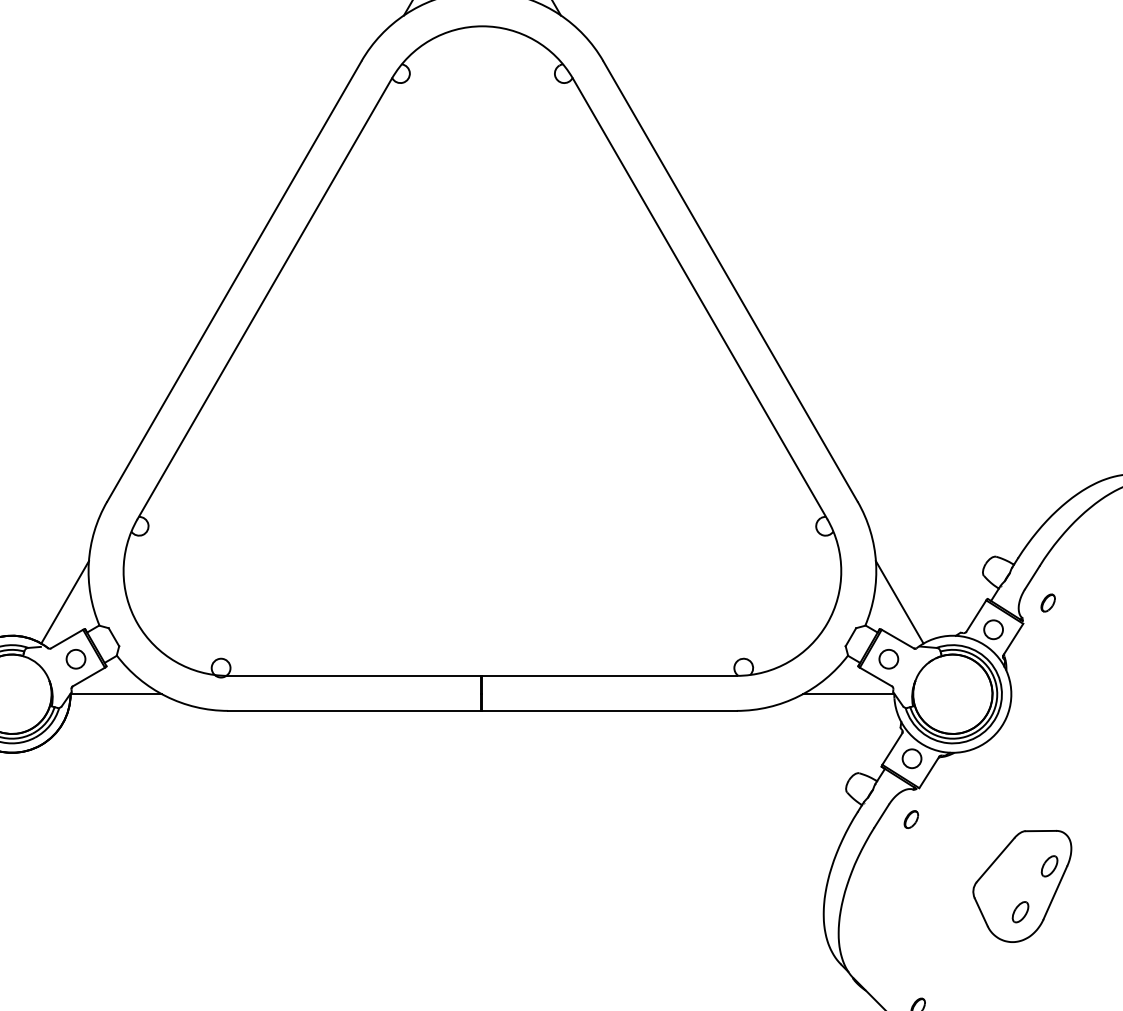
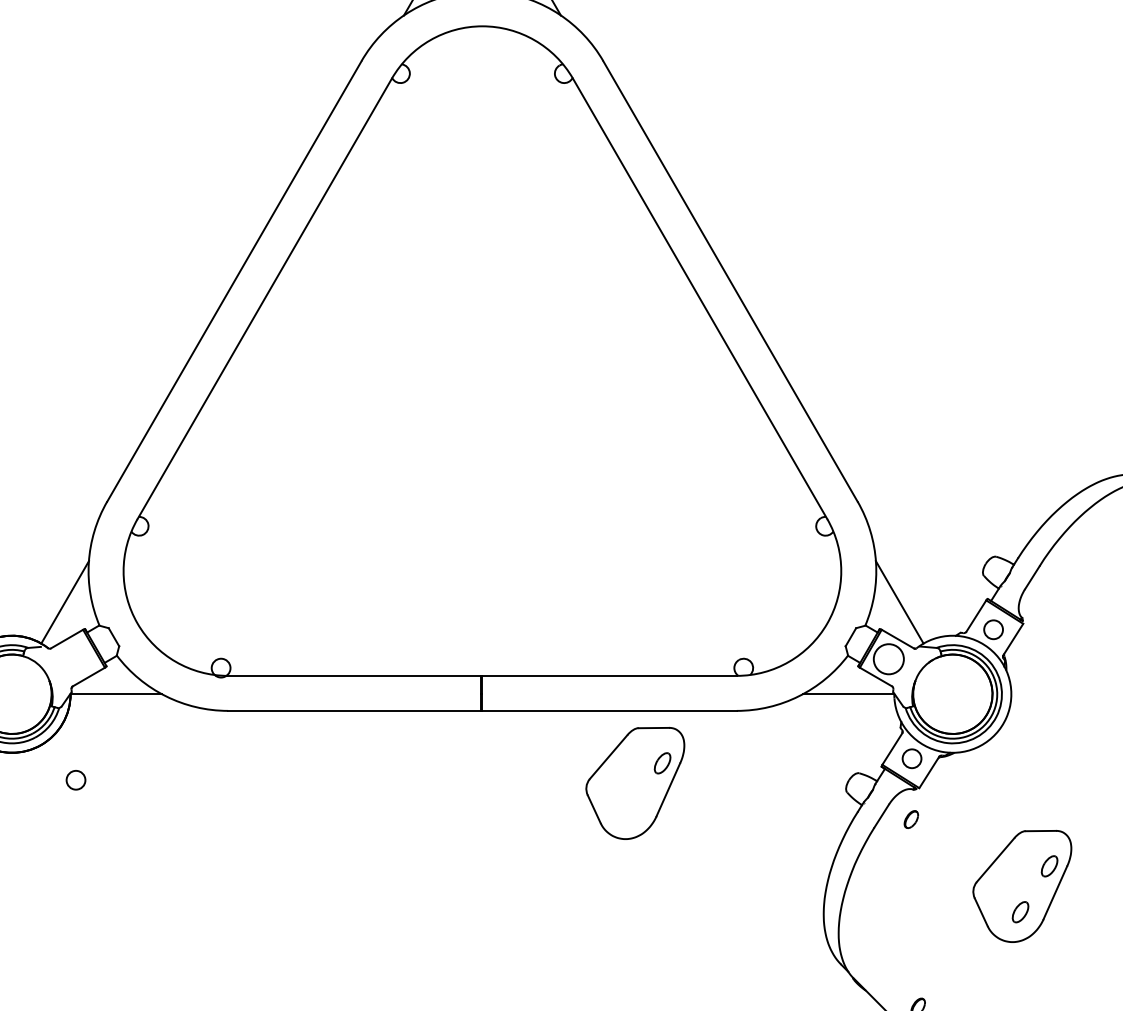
part at (1047, 602): present -> none
circle at (888, 658) diameter: 19 px -> 30 px
circle at (75, 659) position: (75, 659) -> (75, 780)
part at (635, 783): none -> present
